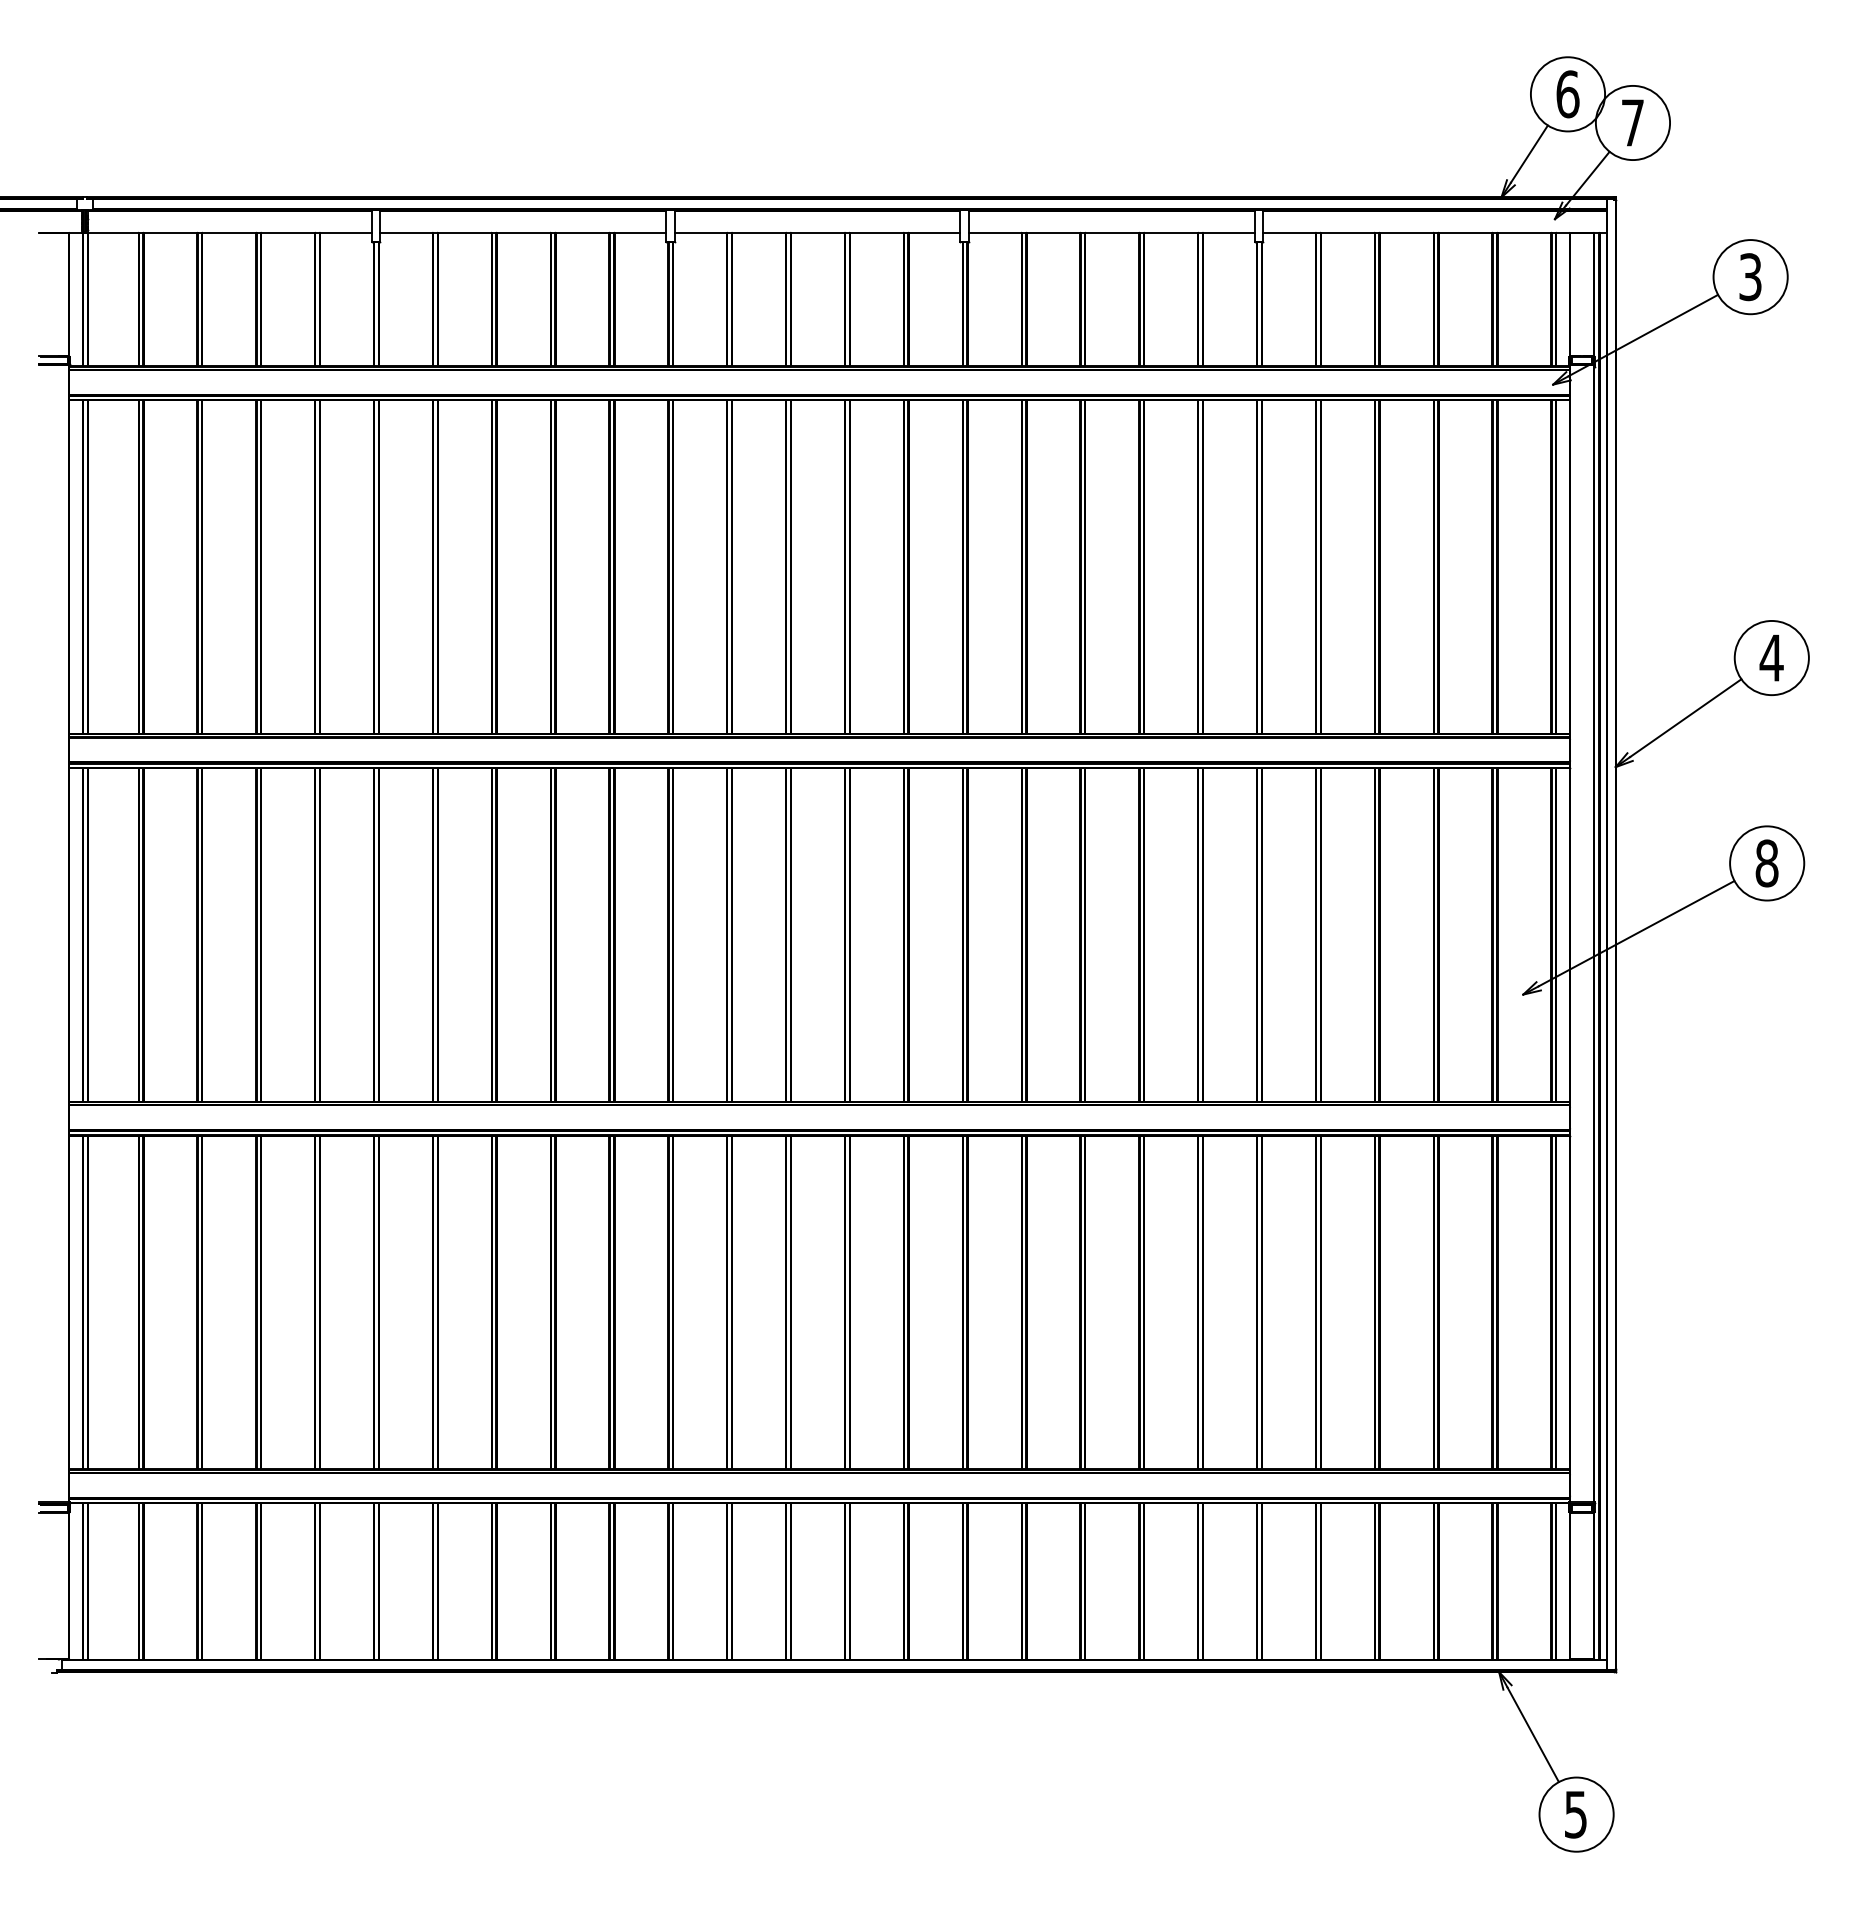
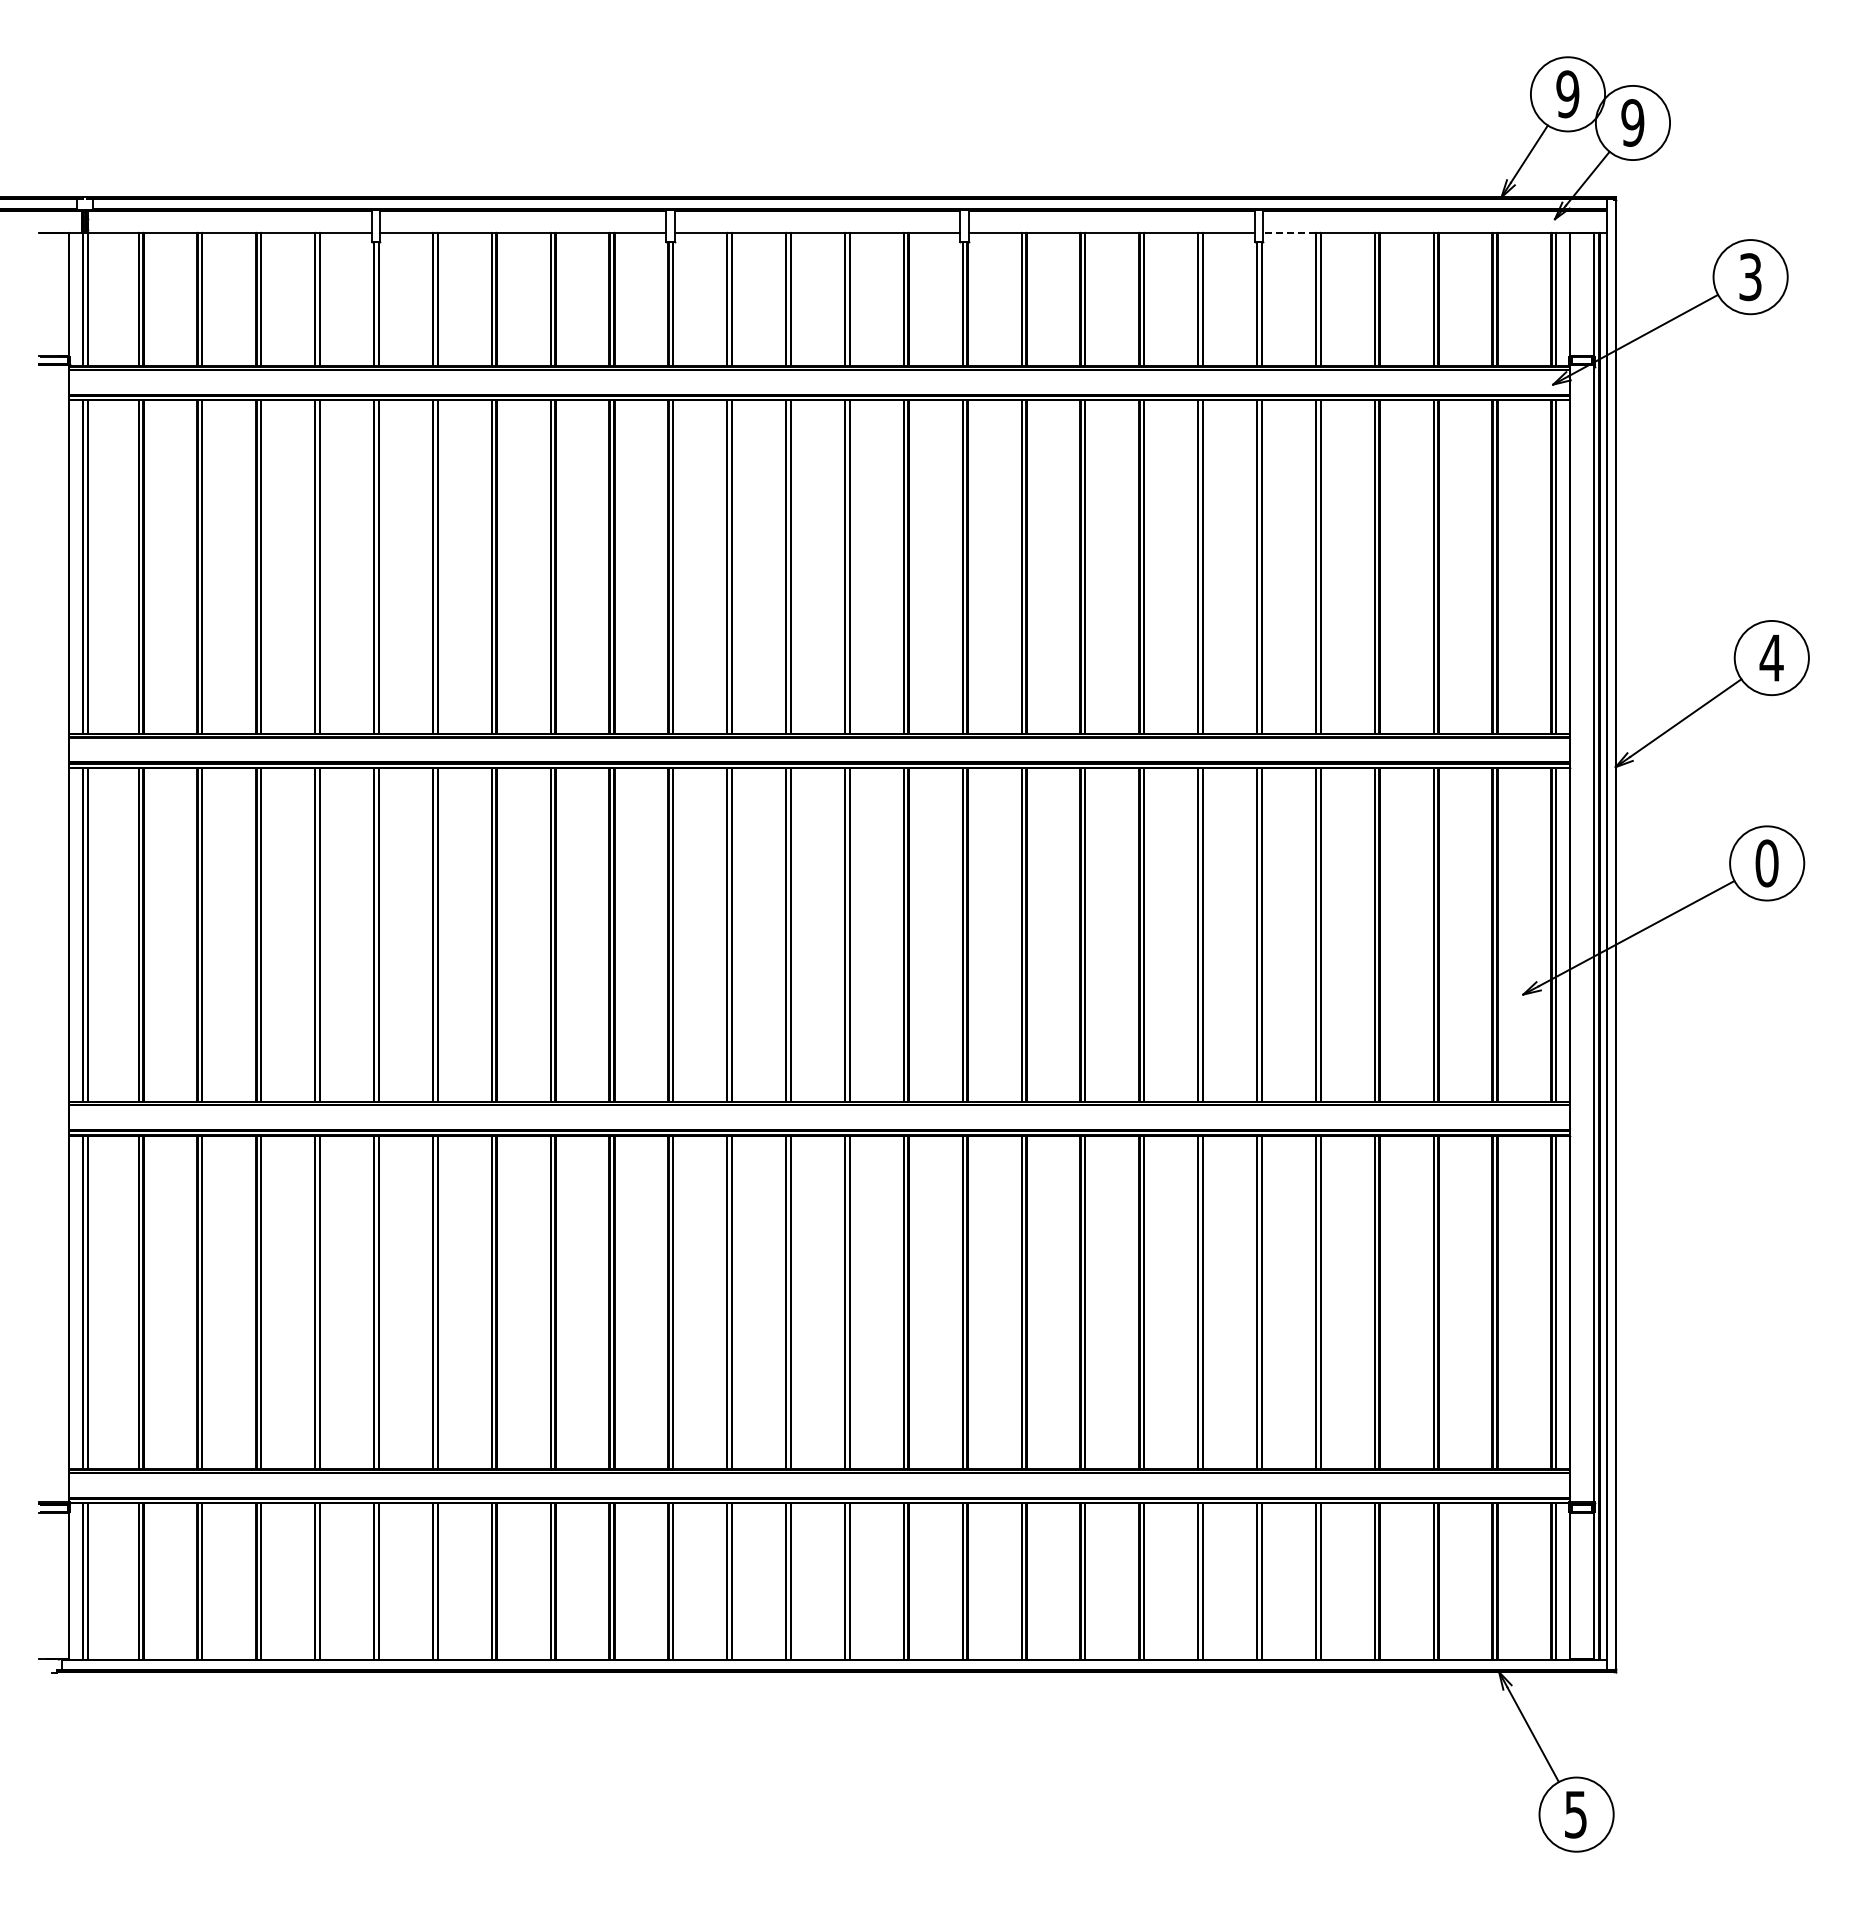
text at (1567, 94): 6 -> 9
text at (1632, 122): 7 -> 9
line at (1289, 232): solid -> dashed
text at (1766, 863): 8 -> 0
